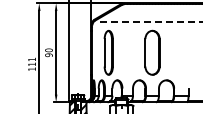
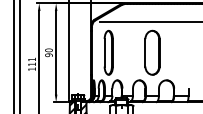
line at (151, 22): dashed -> solid
line at (14, 56): none -> present
line at (19, 56): none -> present
